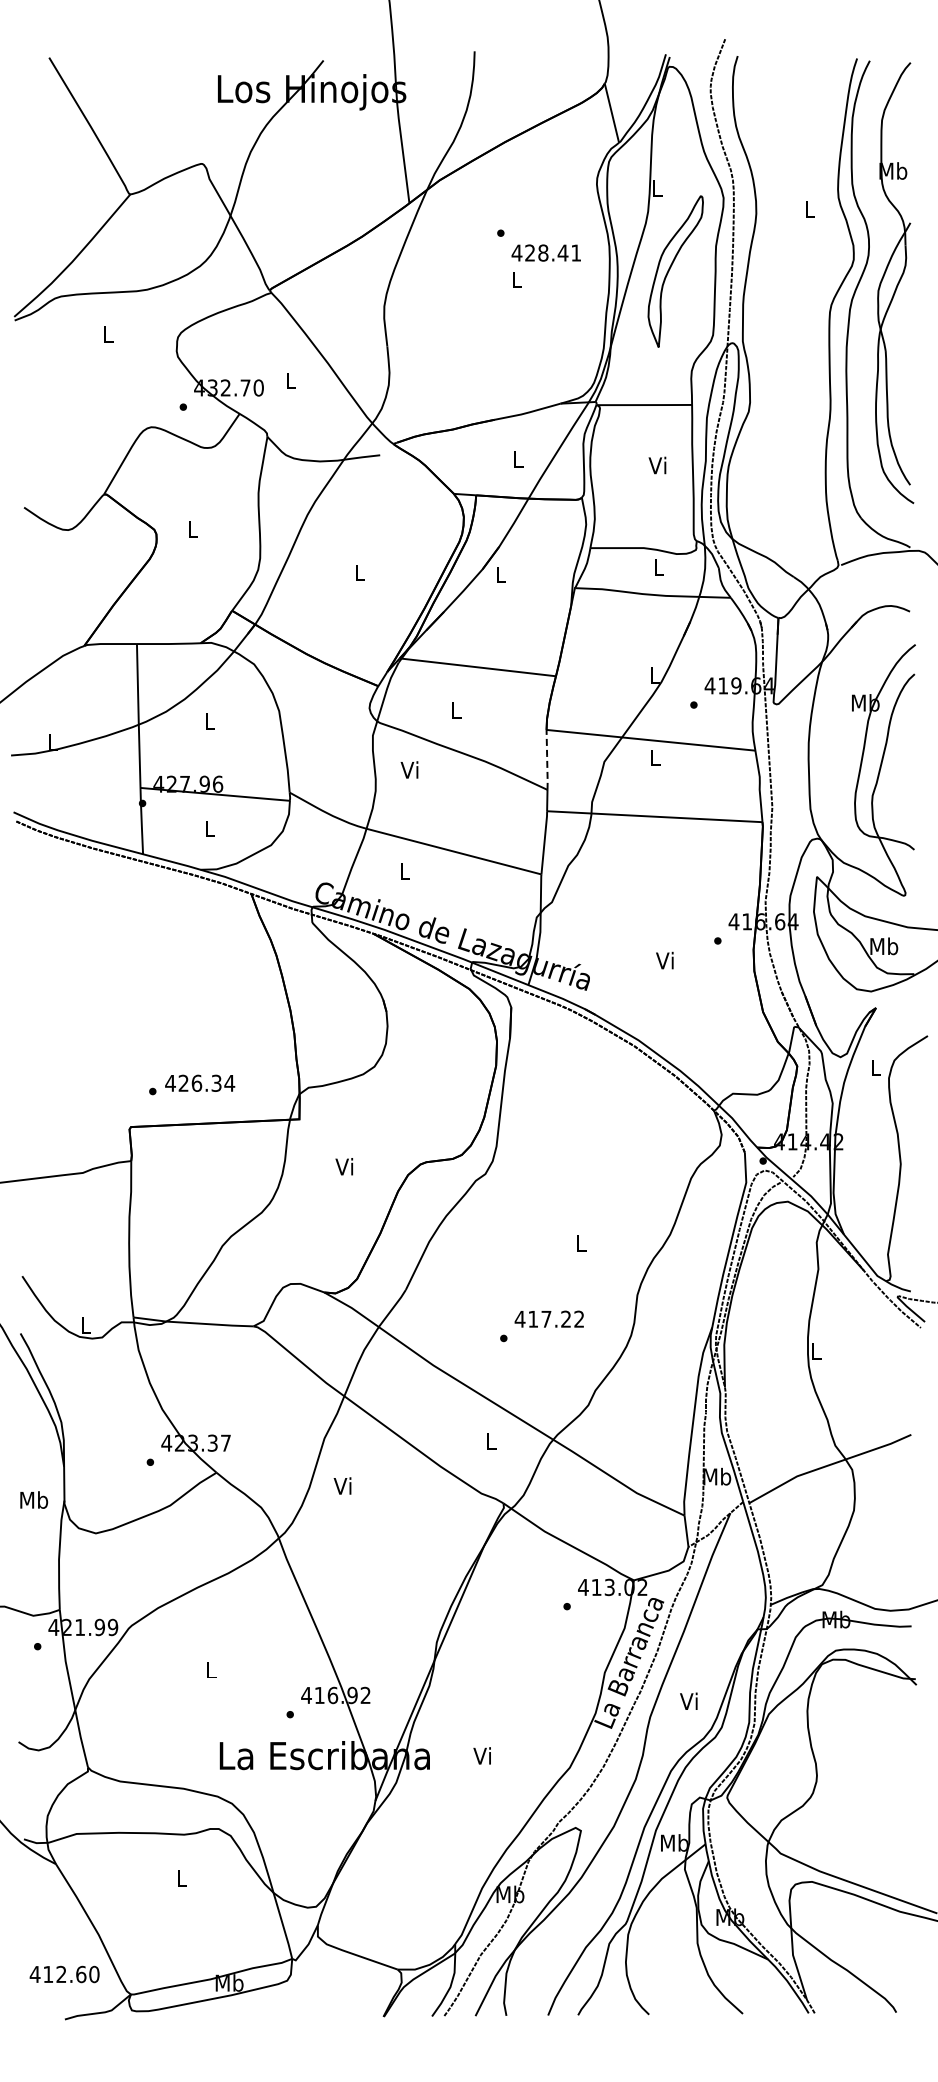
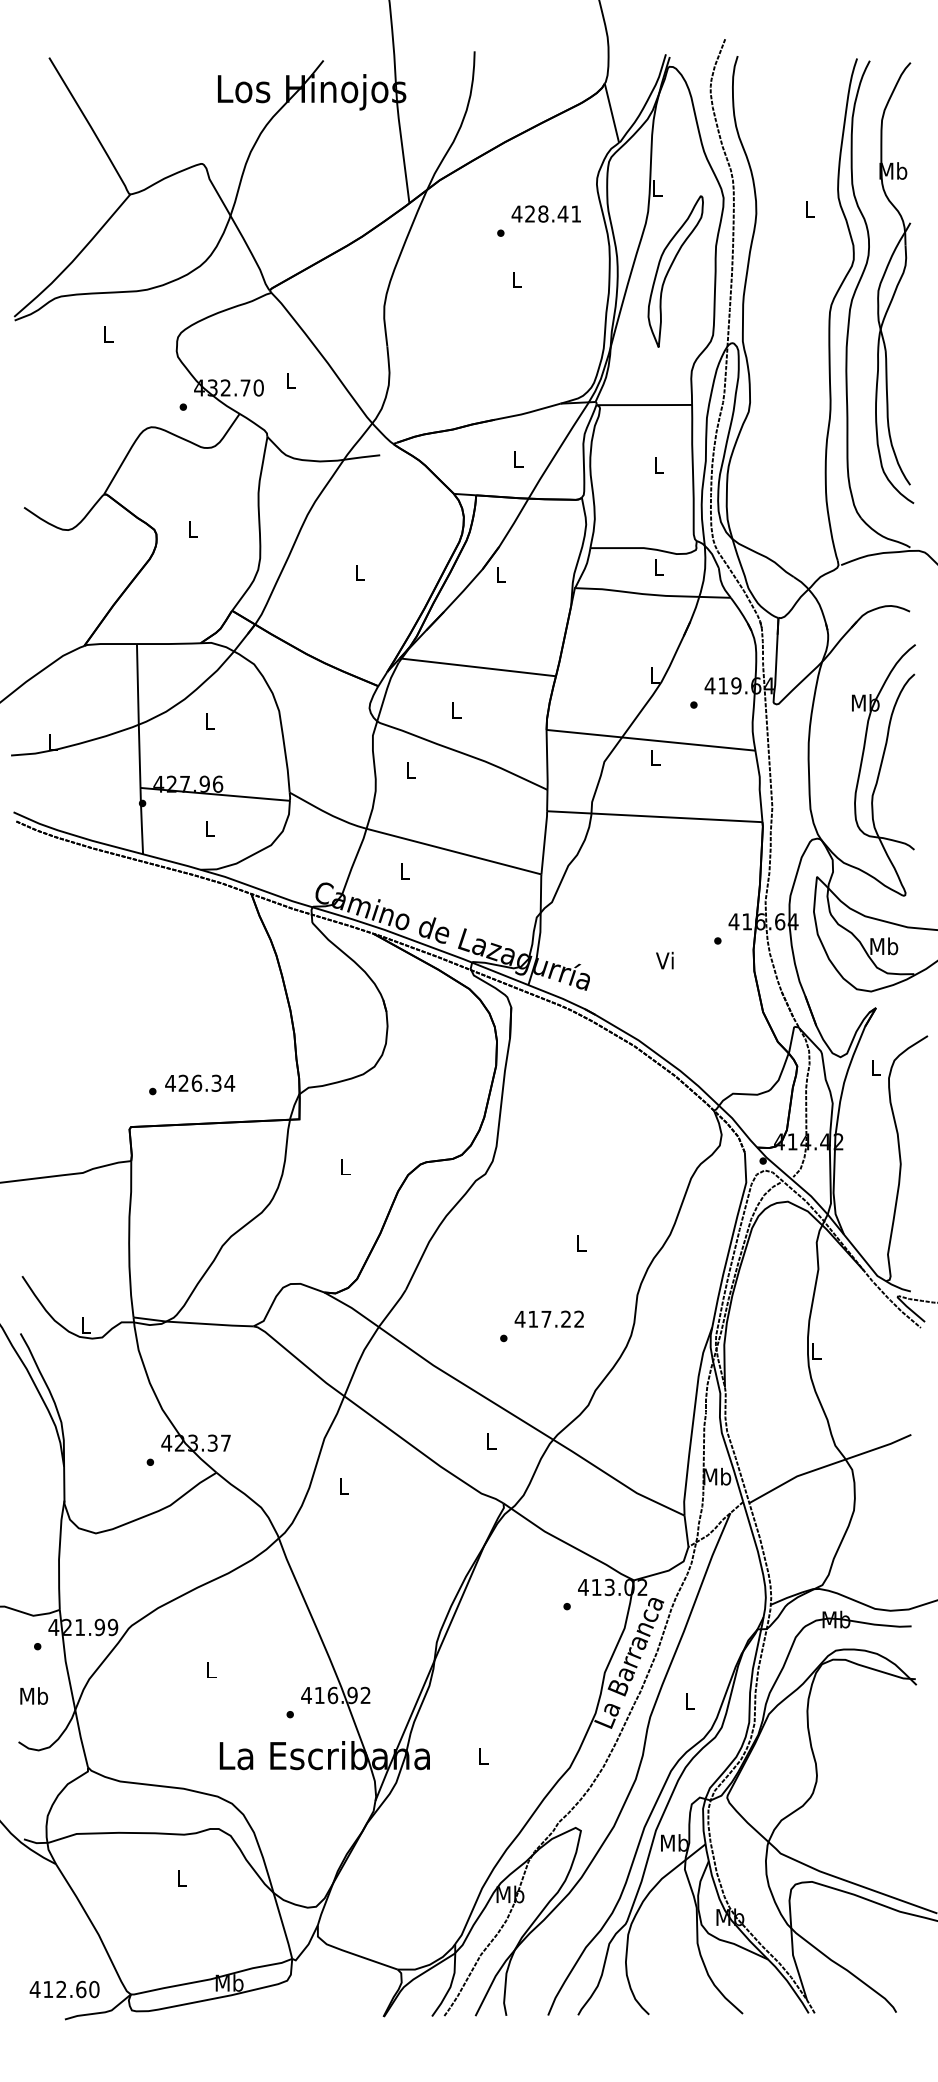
text at (545, 252) position: (545, 252) -> (545, 213)
text at (657, 465): Vi -> L
line at (547, 759): dashed -> solid
text at (409, 769): Vi -> L
text at (344, 1166): Vi -> L
text at (342, 1485): Vi -> L
text at (34, 1499) position: (34, 1499) -> (34, 1695)
text at (688, 1700): Vi -> L
text at (481, 1755): Vi -> L
text at (64, 1974) position: (64, 1974) -> (64, 1989)
